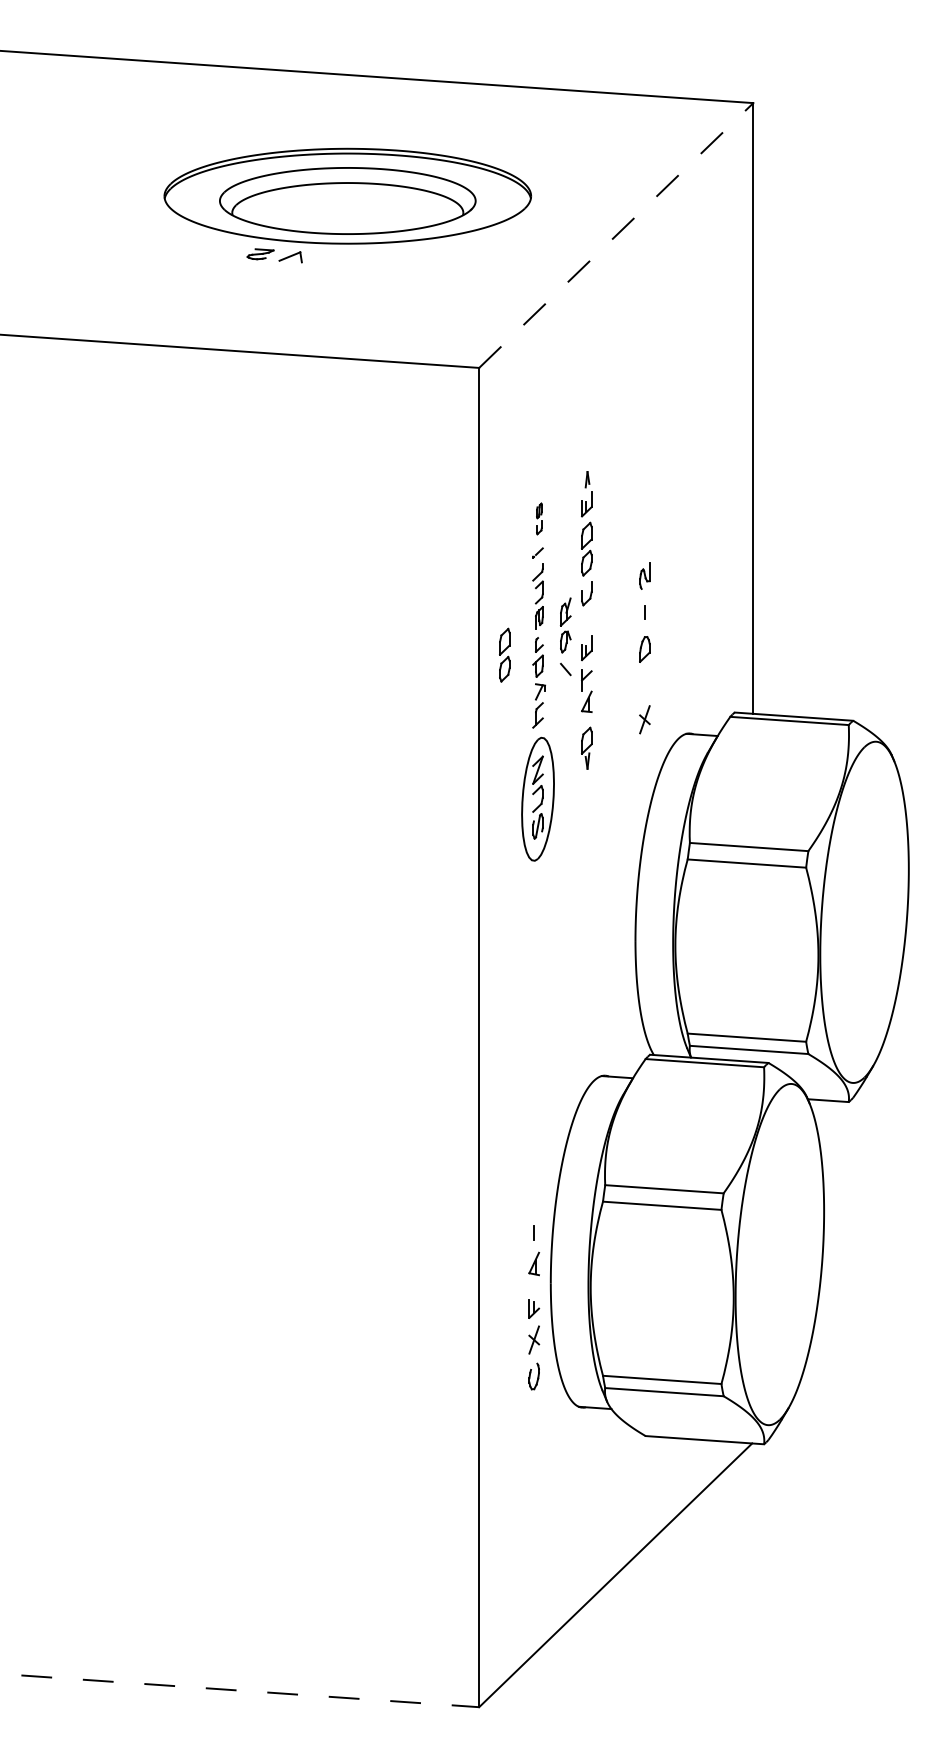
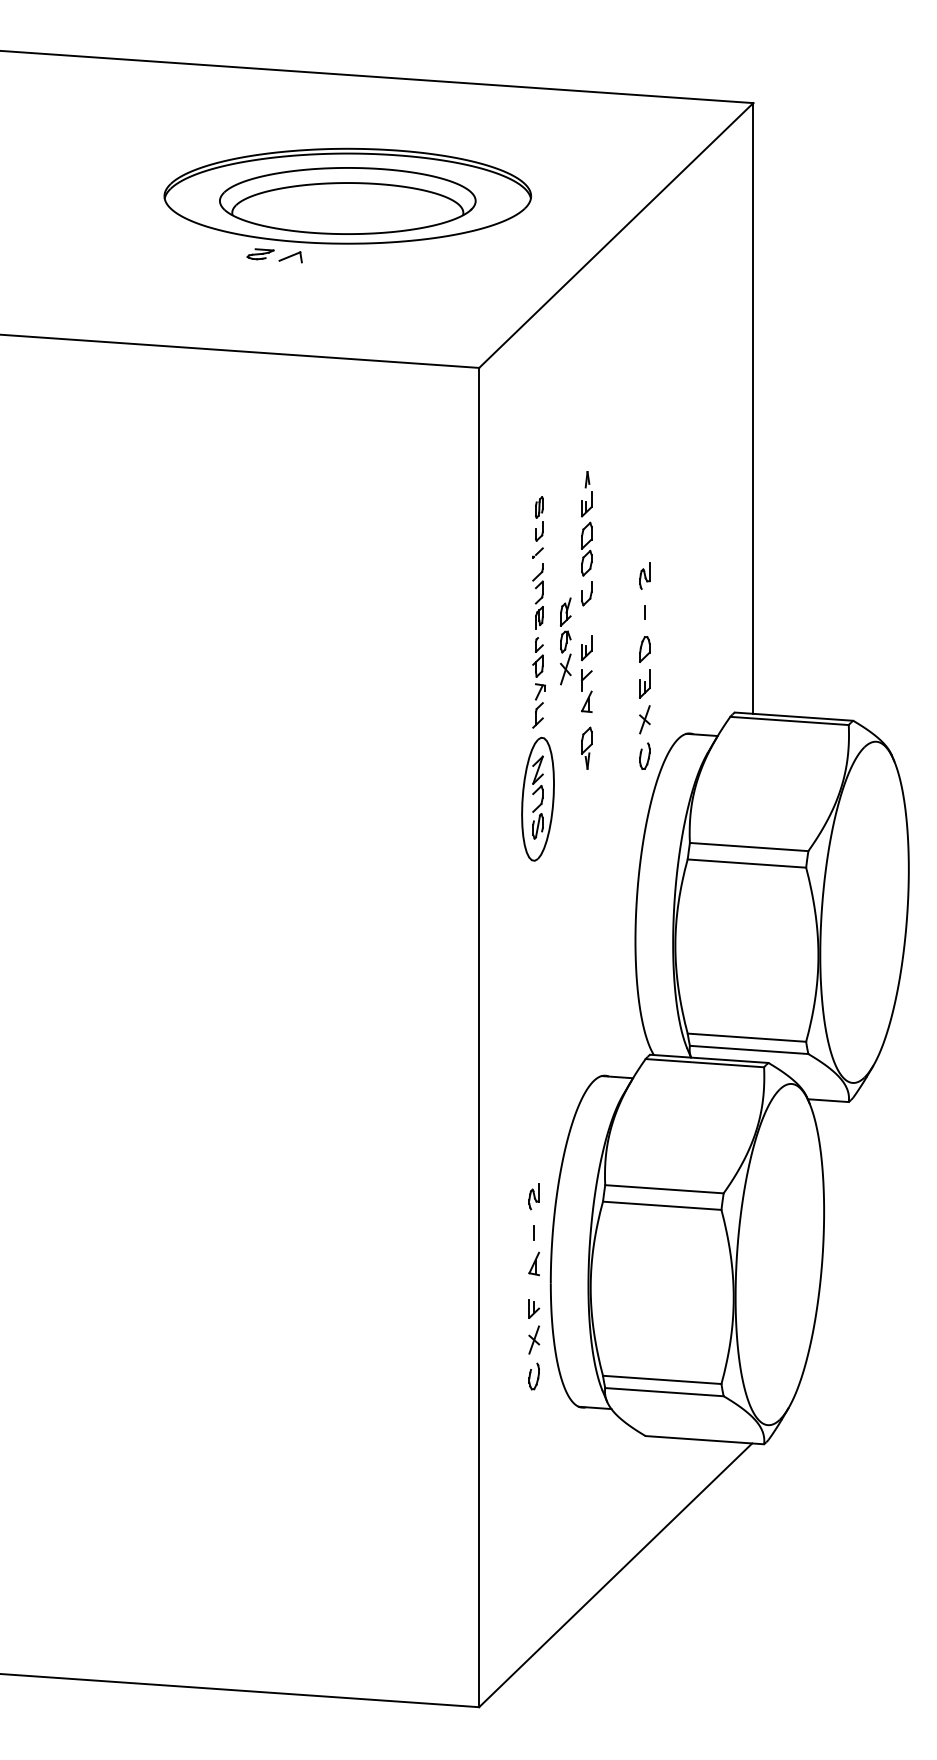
line at (616, 235): dashed -> solid
part at (539, 518) size: 7x34 px -> 9x46 px
part at (504, 654): present -> none
line at (565, 669): none -> present
part at (644, 683): none -> present
part at (644, 755): none -> present
part at (533, 1196): none -> present
line at (239, 1690): dashed -> solid
